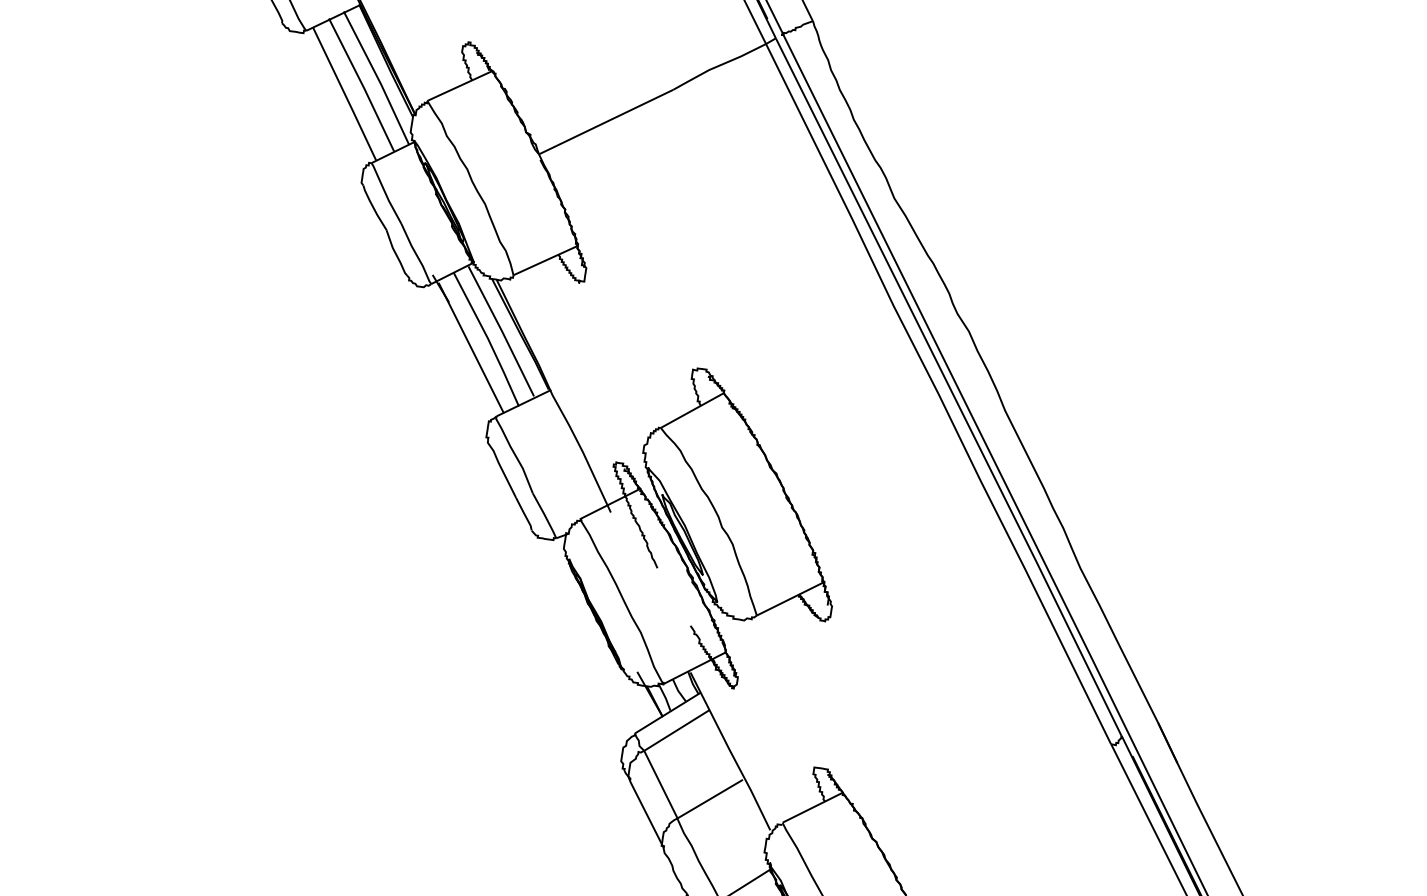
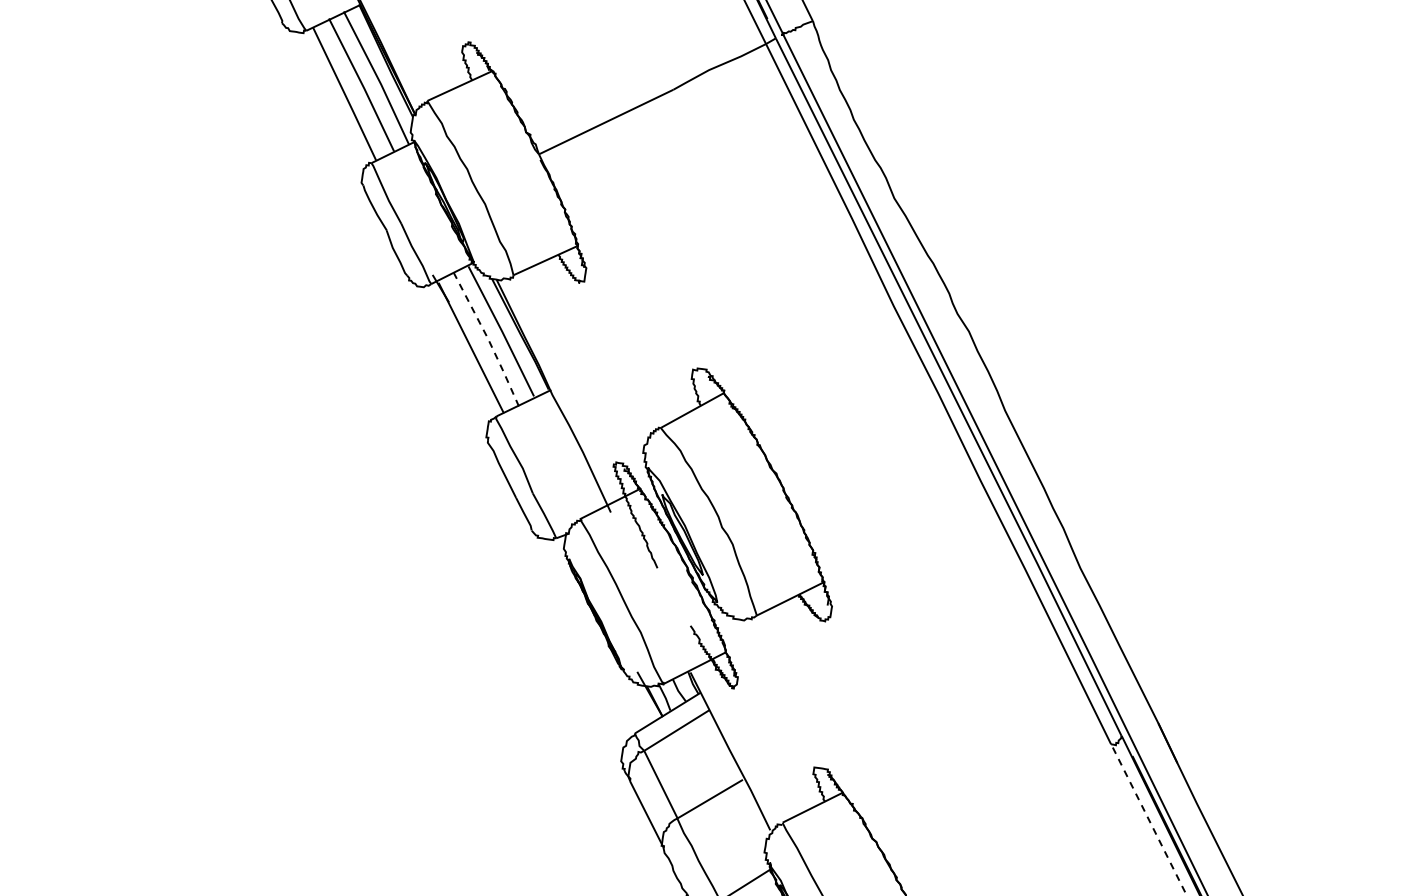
line at (487, 338): solid -> dashed
line at (1148, 818): solid -> dashed
